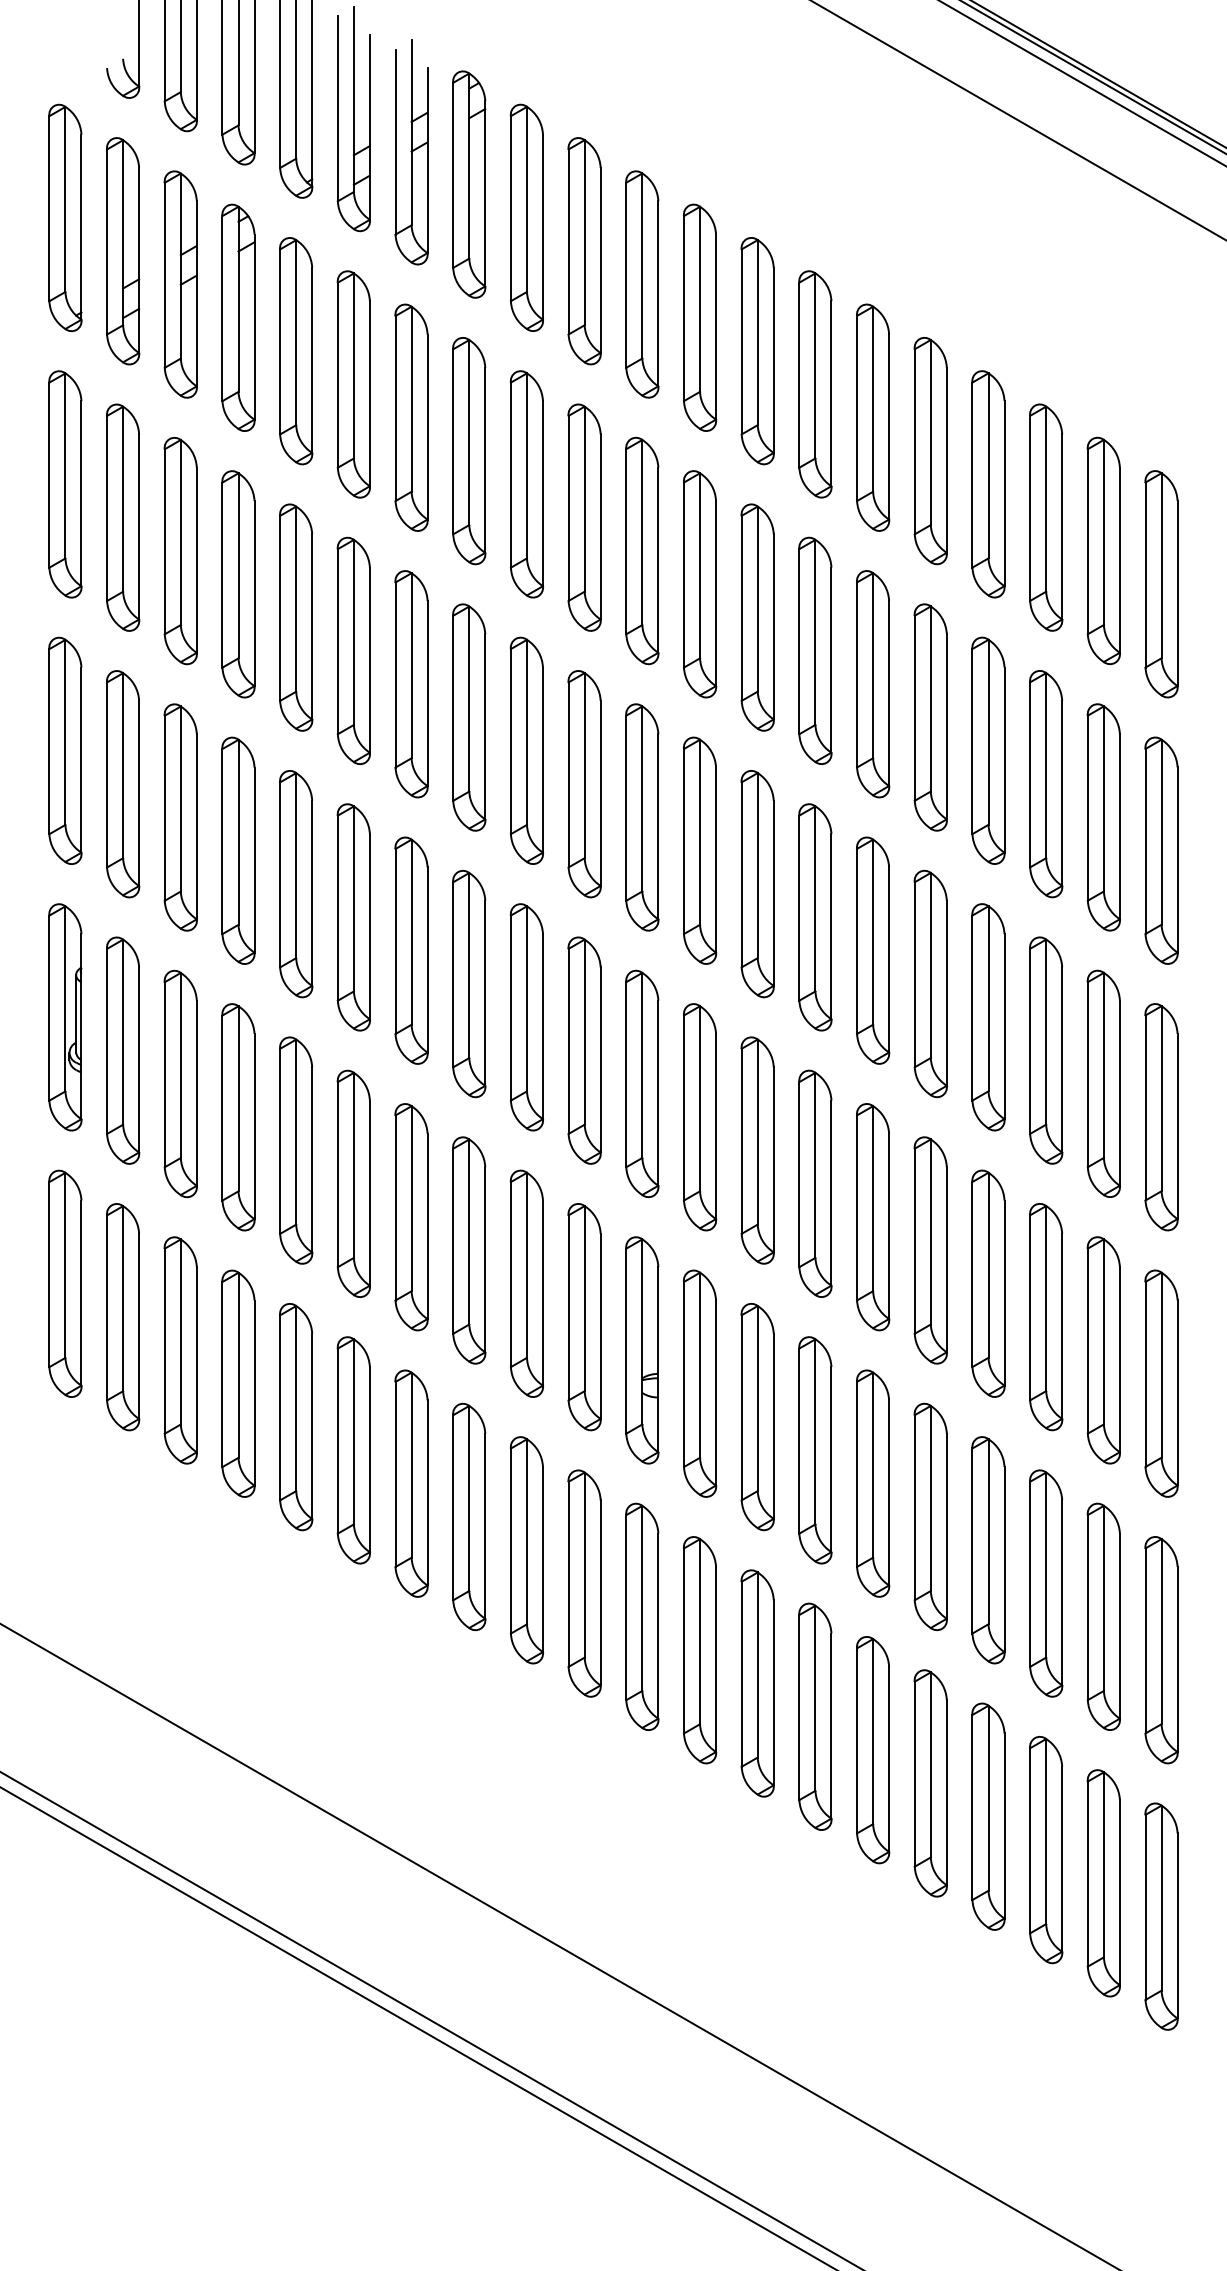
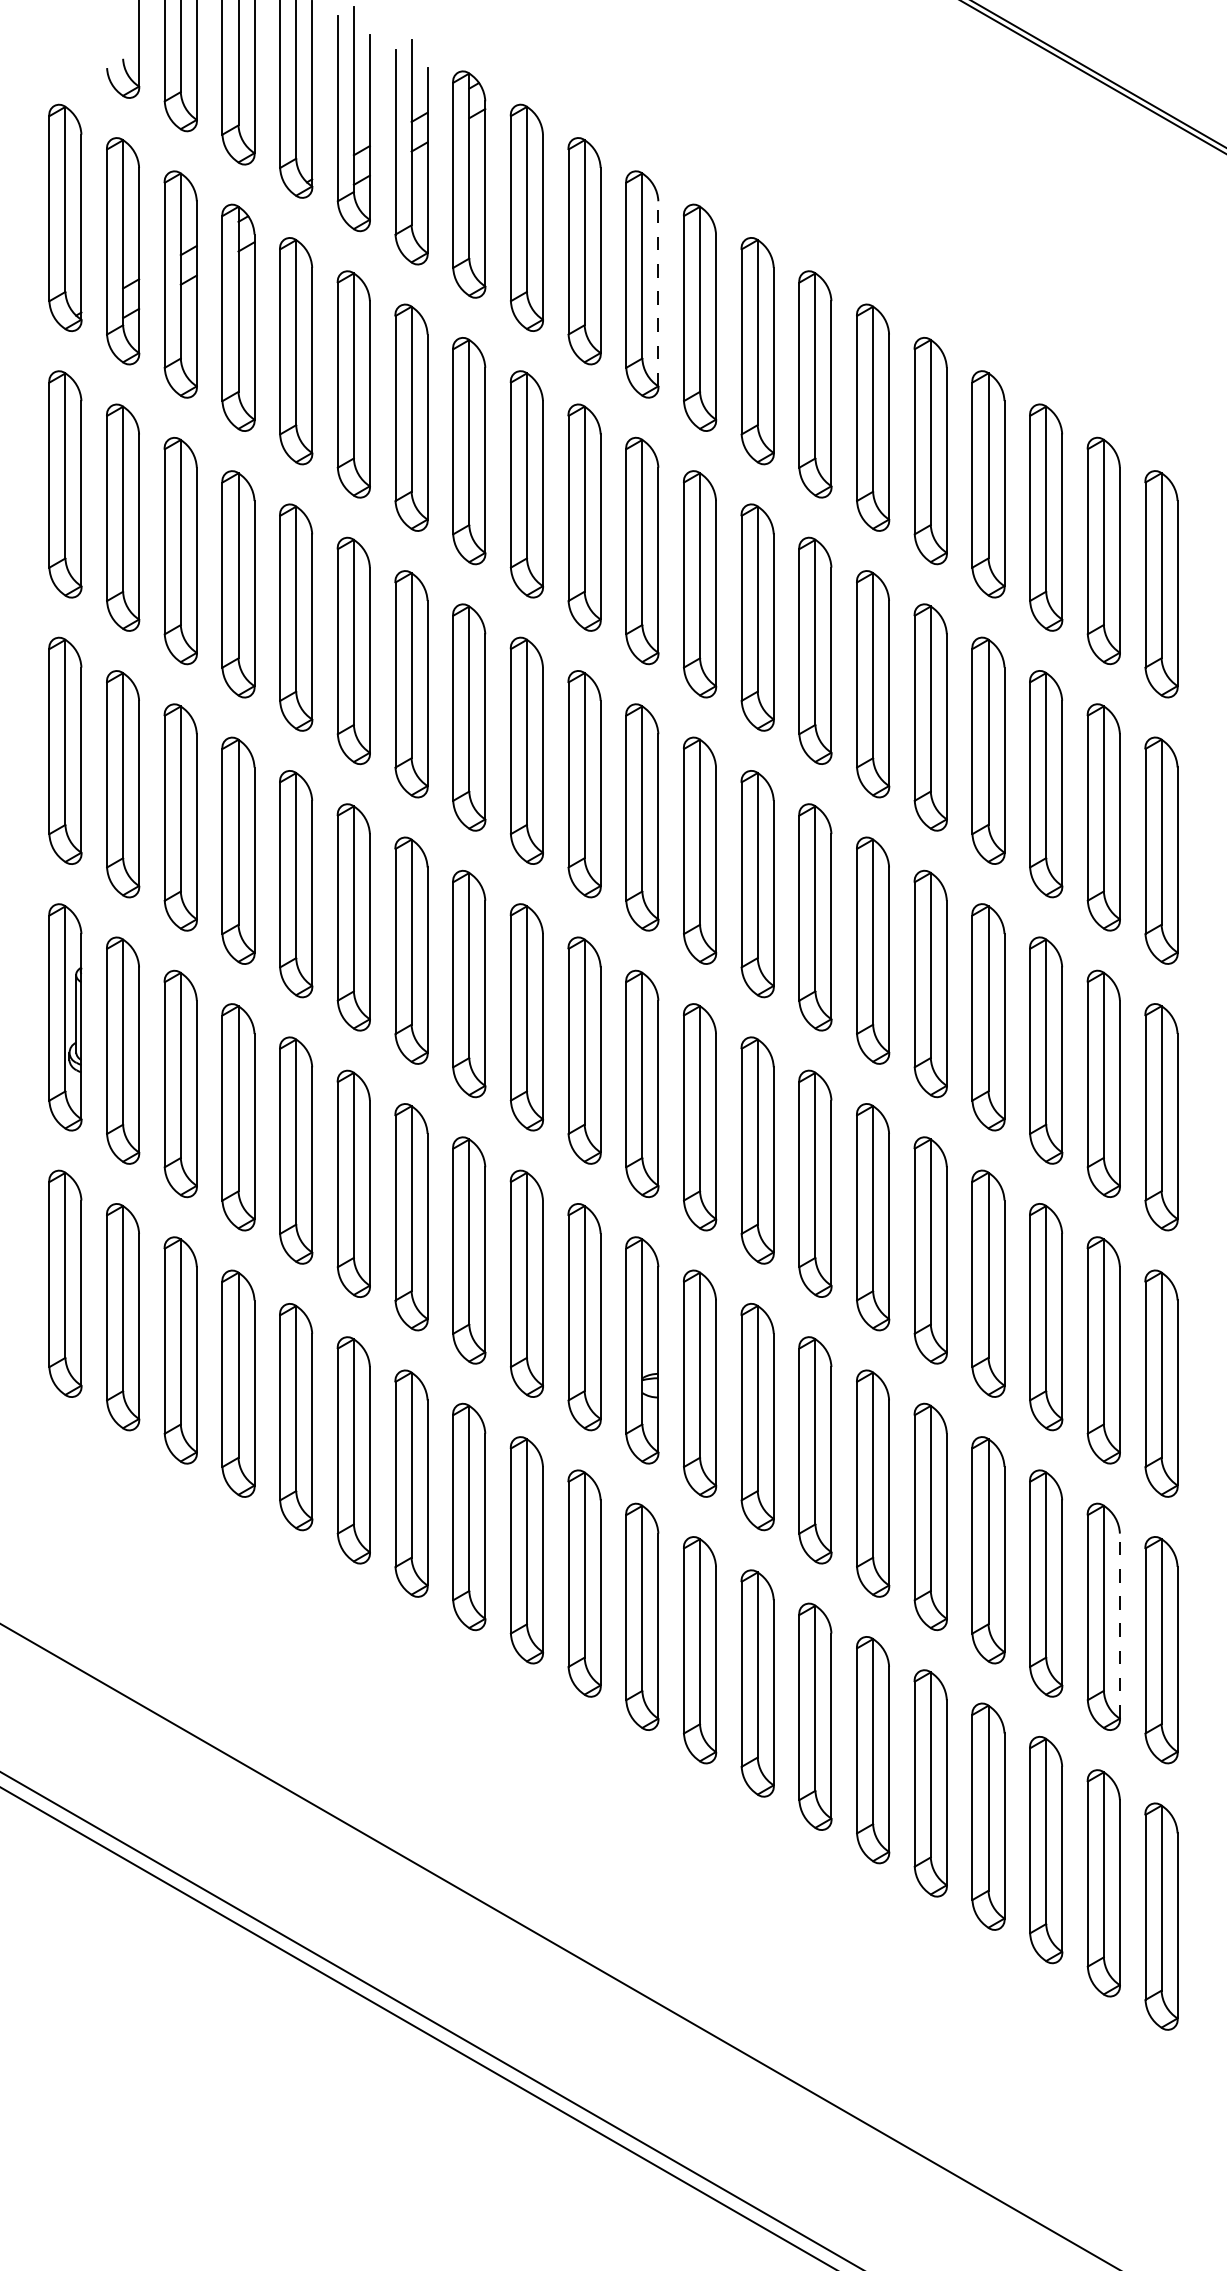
line at (1082, 83): present -> none
line at (1018, 120): present -> none
line at (658, 293): solid -> dashed
line at (1119, 1626): solid -> dashed
